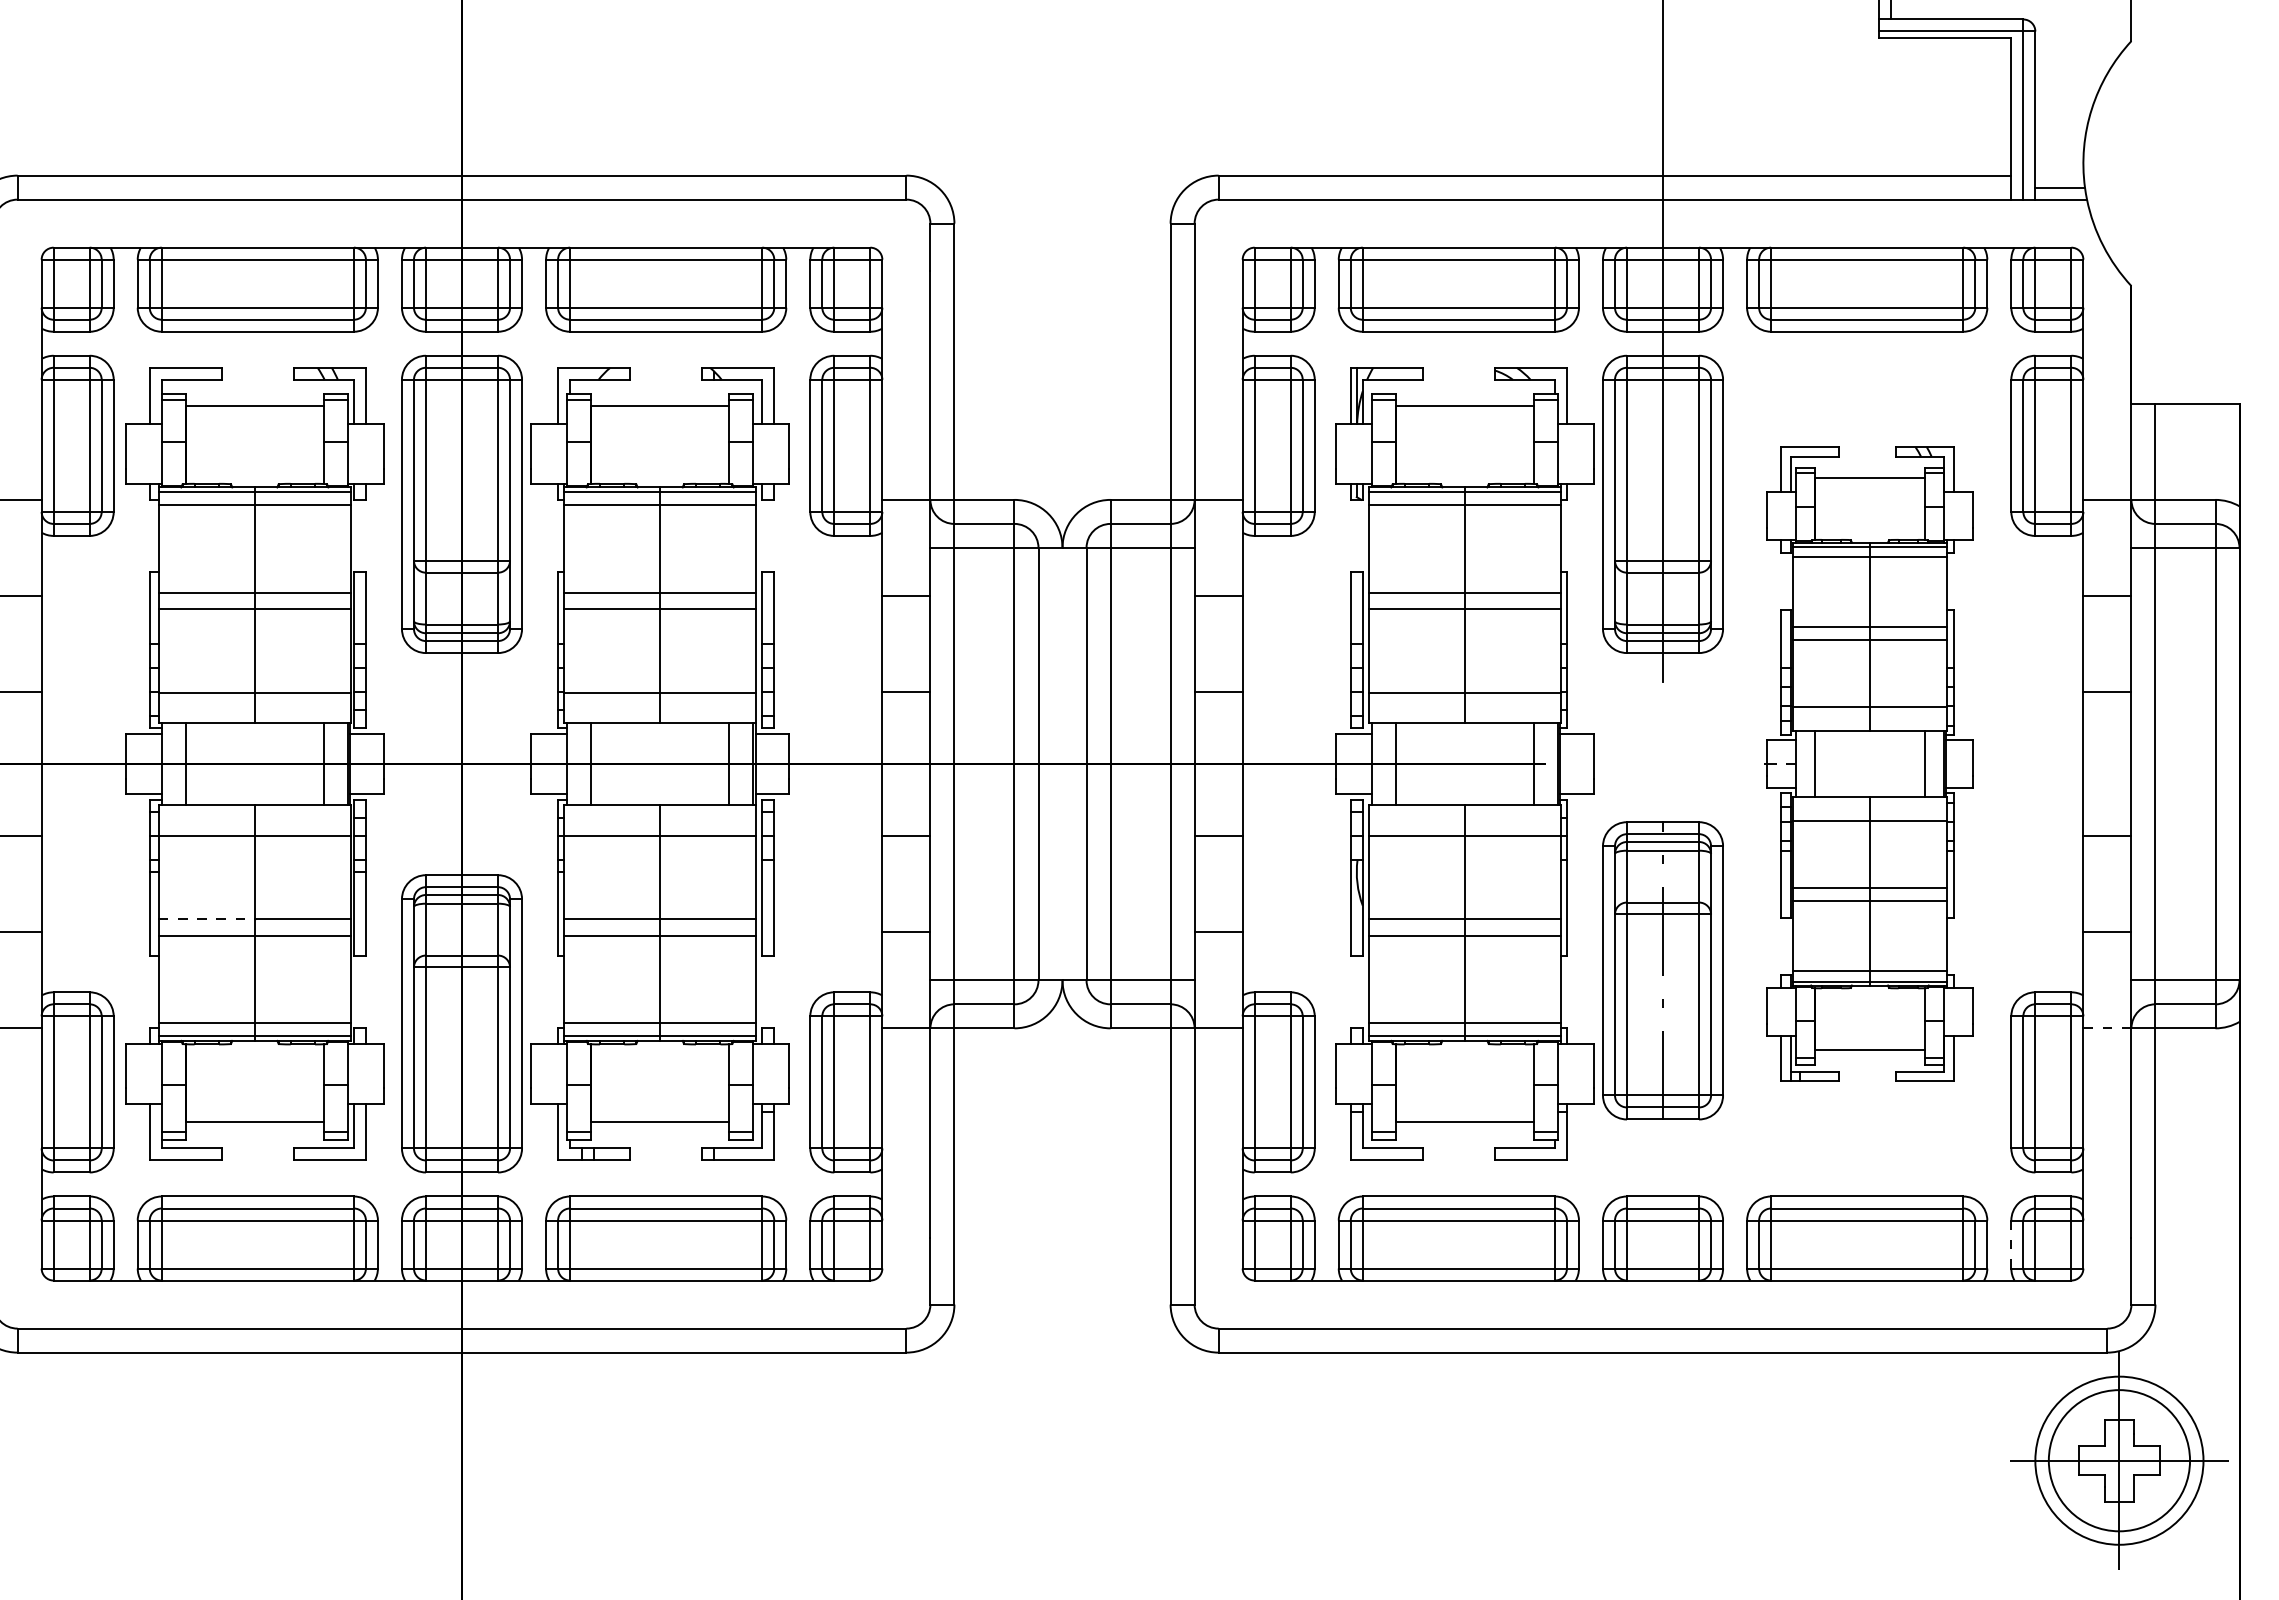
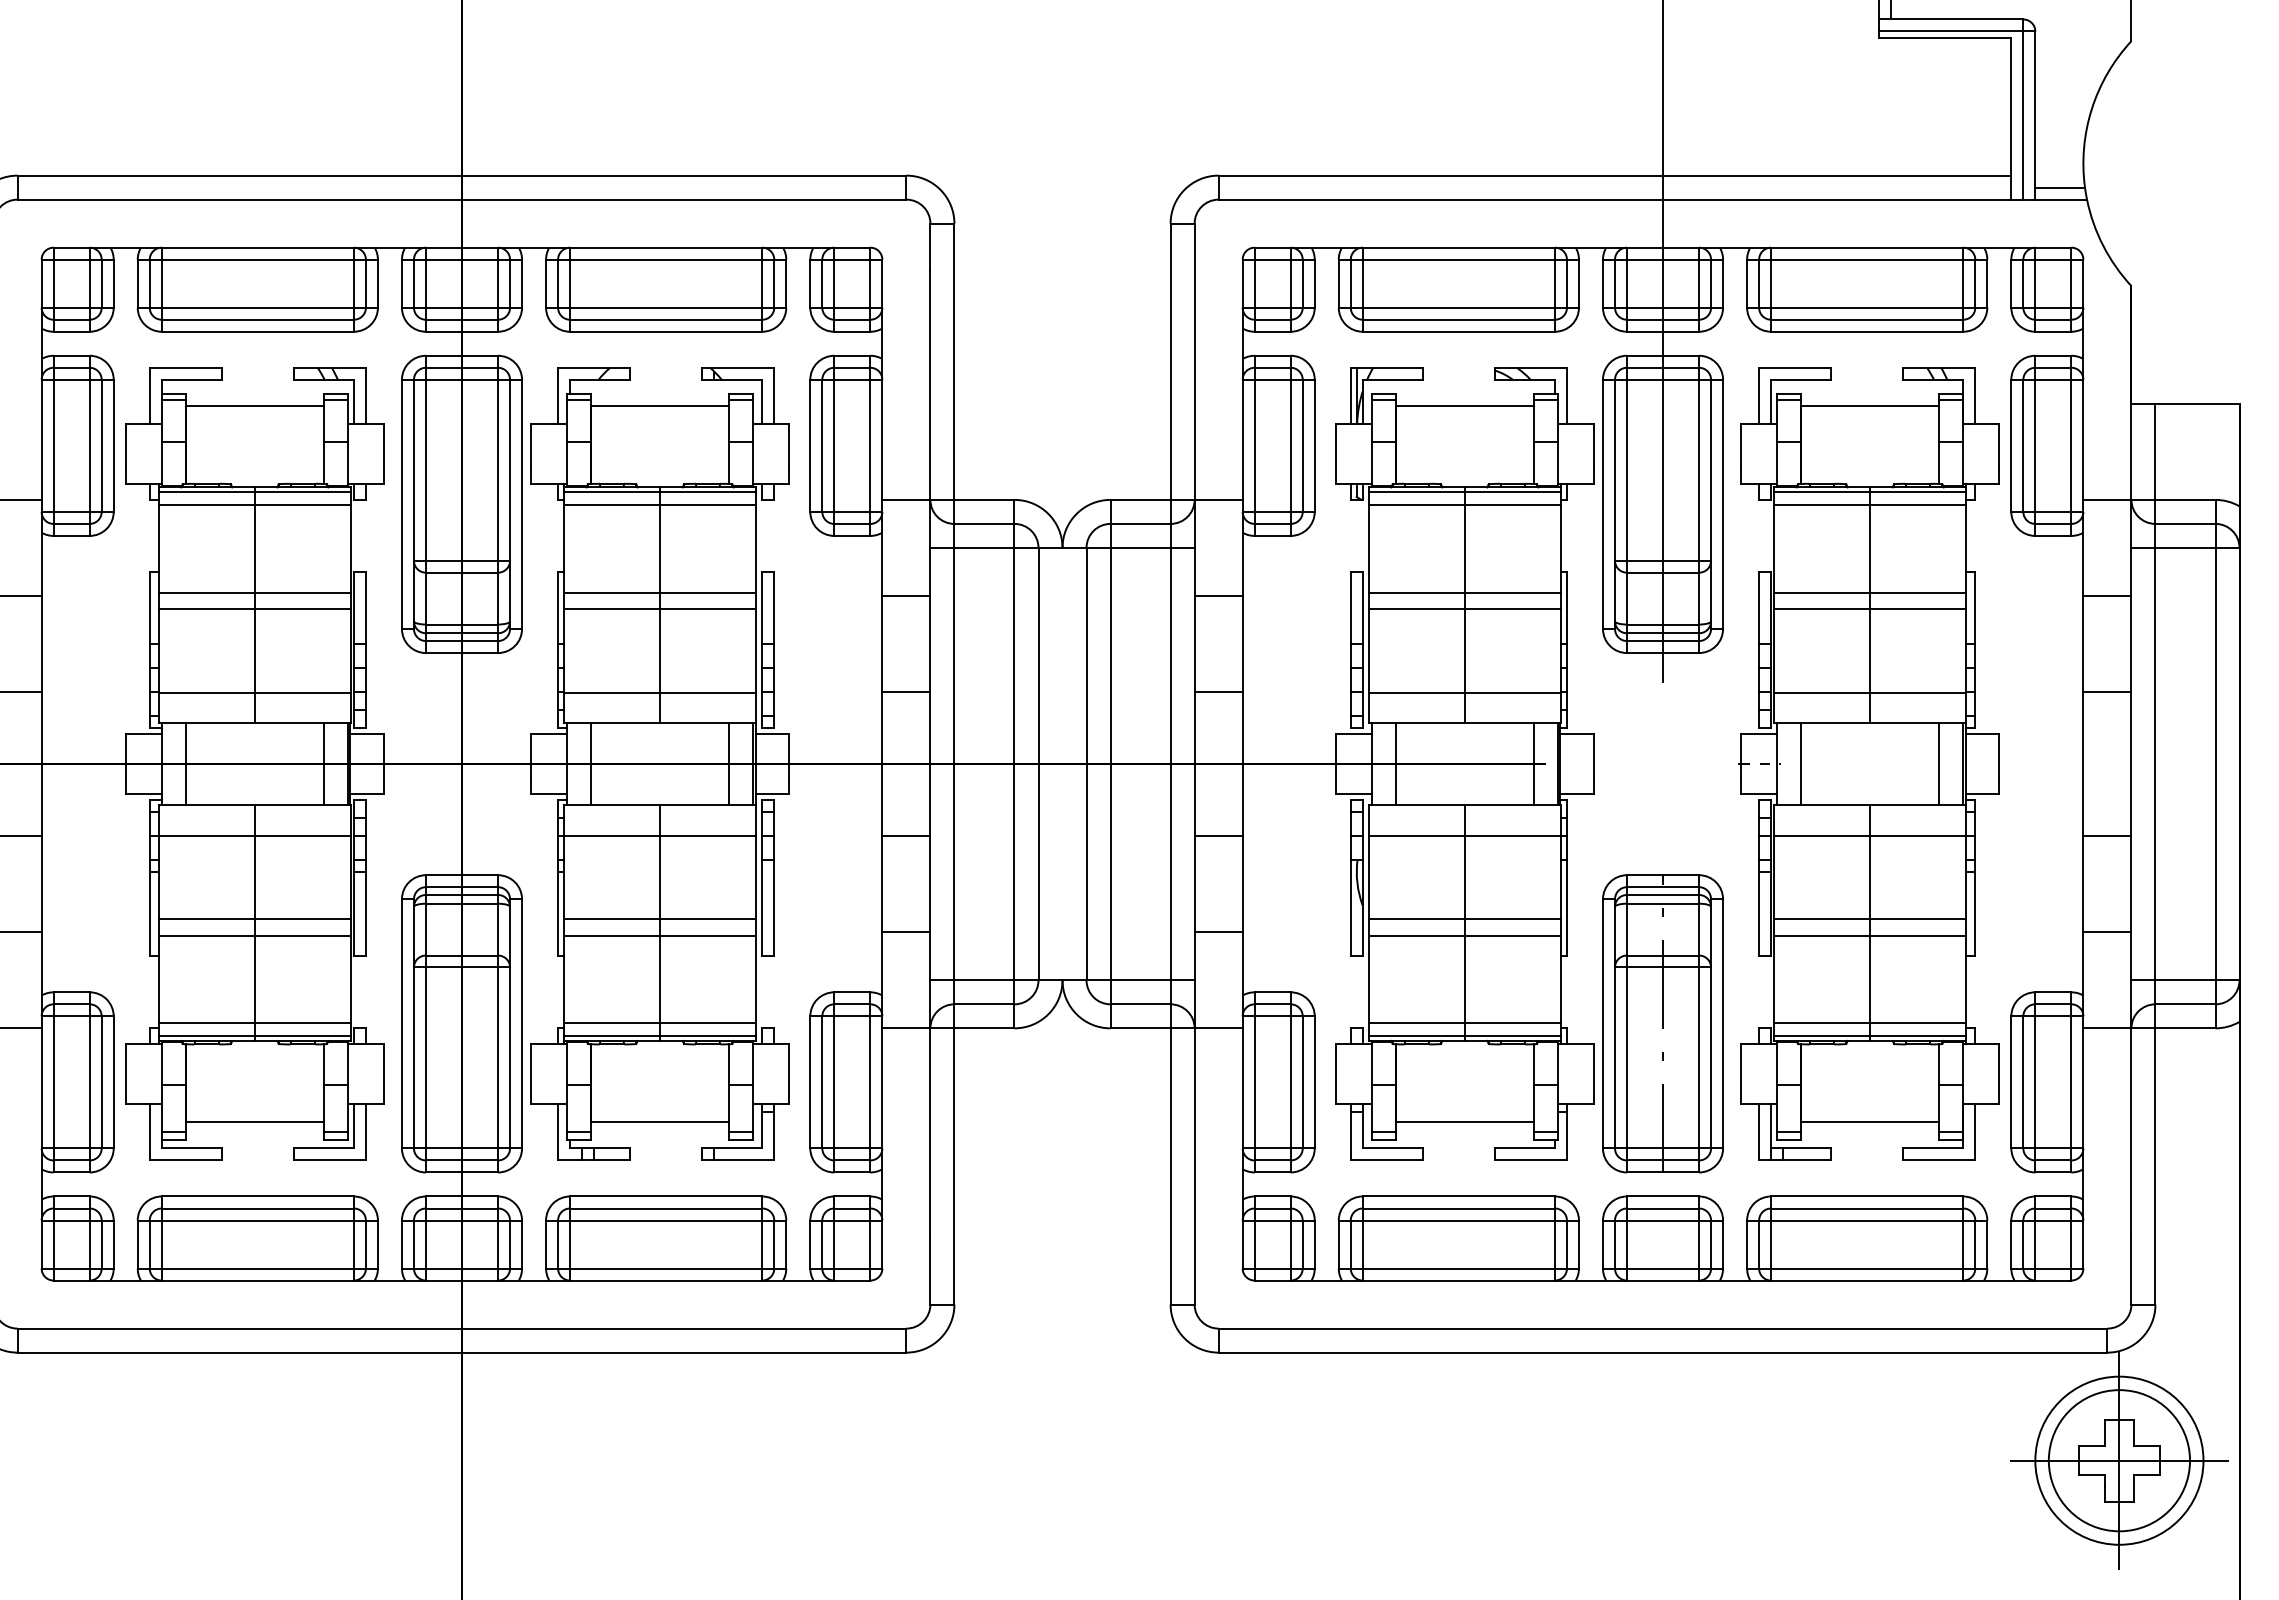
part at (1868, 763) size: 210x636 px -> 262x794 px
line at (207, 919): dashed -> solid
part at (1662, 970) position: (1662, 970) -> (1662, 1023)
line at (2106, 1028): dashed -> solid
line at (2011, 1245): dashed -> solid
